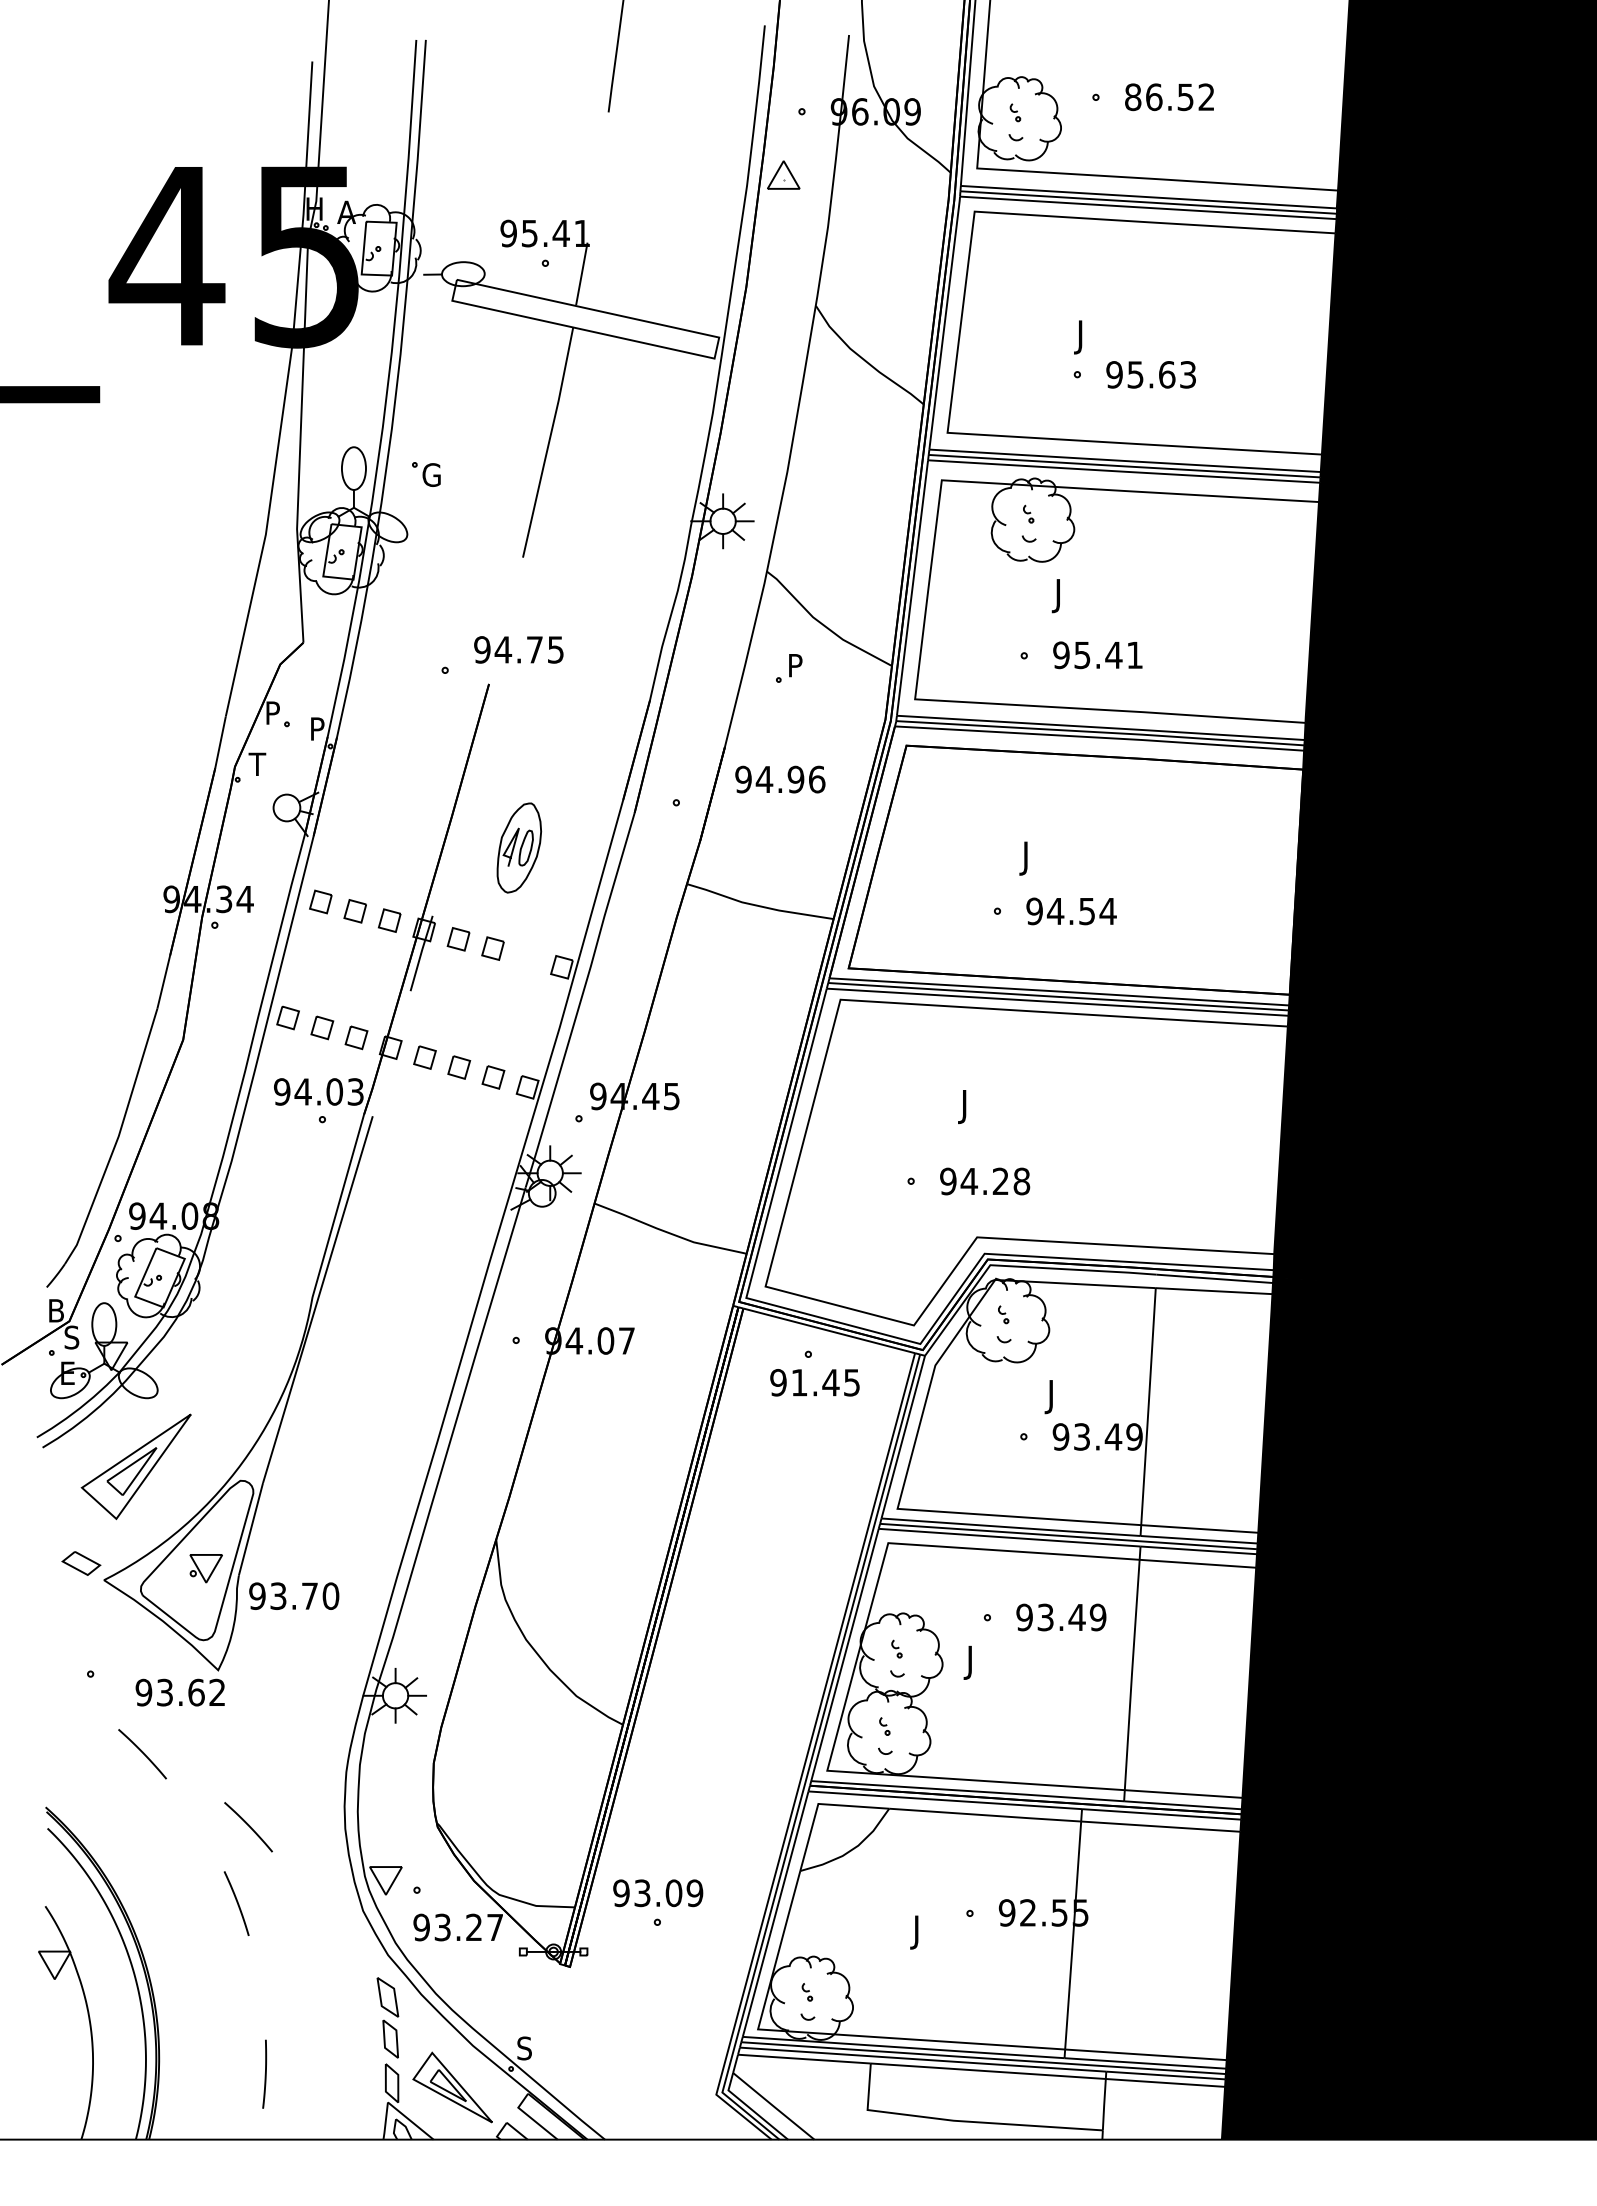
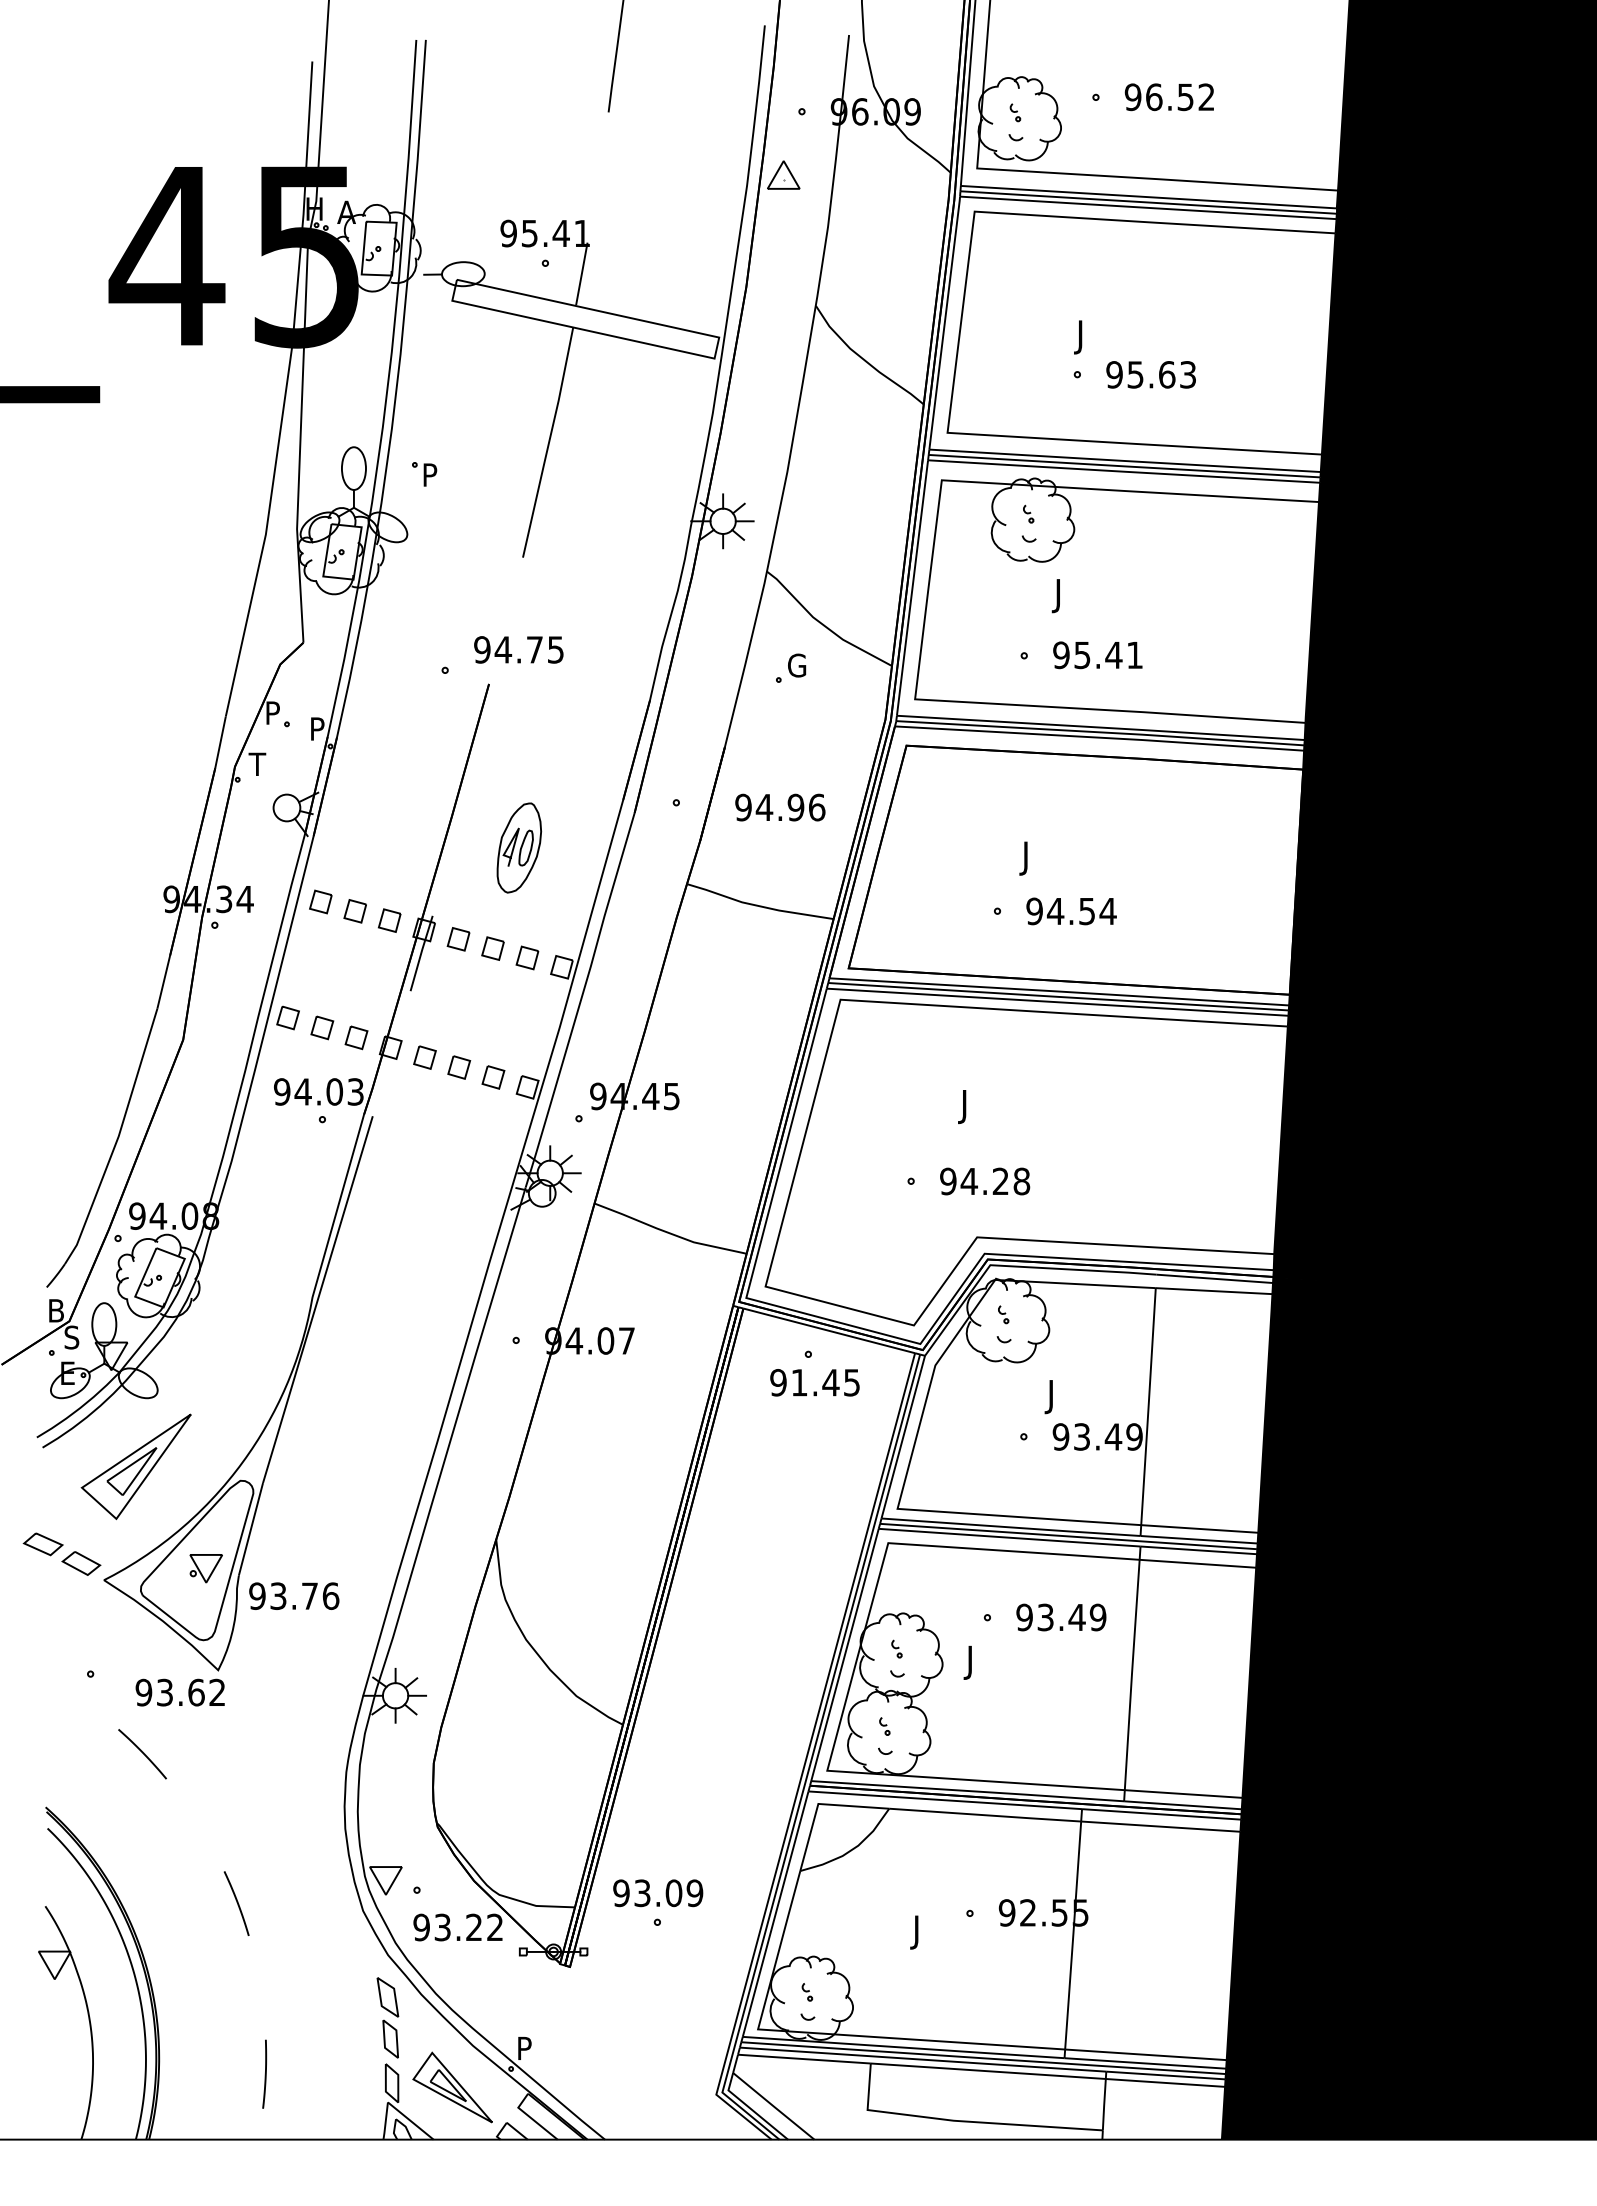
text at (1132, 97): 86.52 -> 96.52
text at (431, 474): G -> P
text at (797, 665): P -> G
text at (780, 779) position: (780, 779) -> (780, 807)
part at (527, 957): none -> present
part at (42, 1544): none -> present
text at (330, 1595): 93.70 -> 93.76
curve at (248, 1826): present -> none
text at (494, 1926): 93.27 -> 93.22
text at (524, 2048): S -> P
